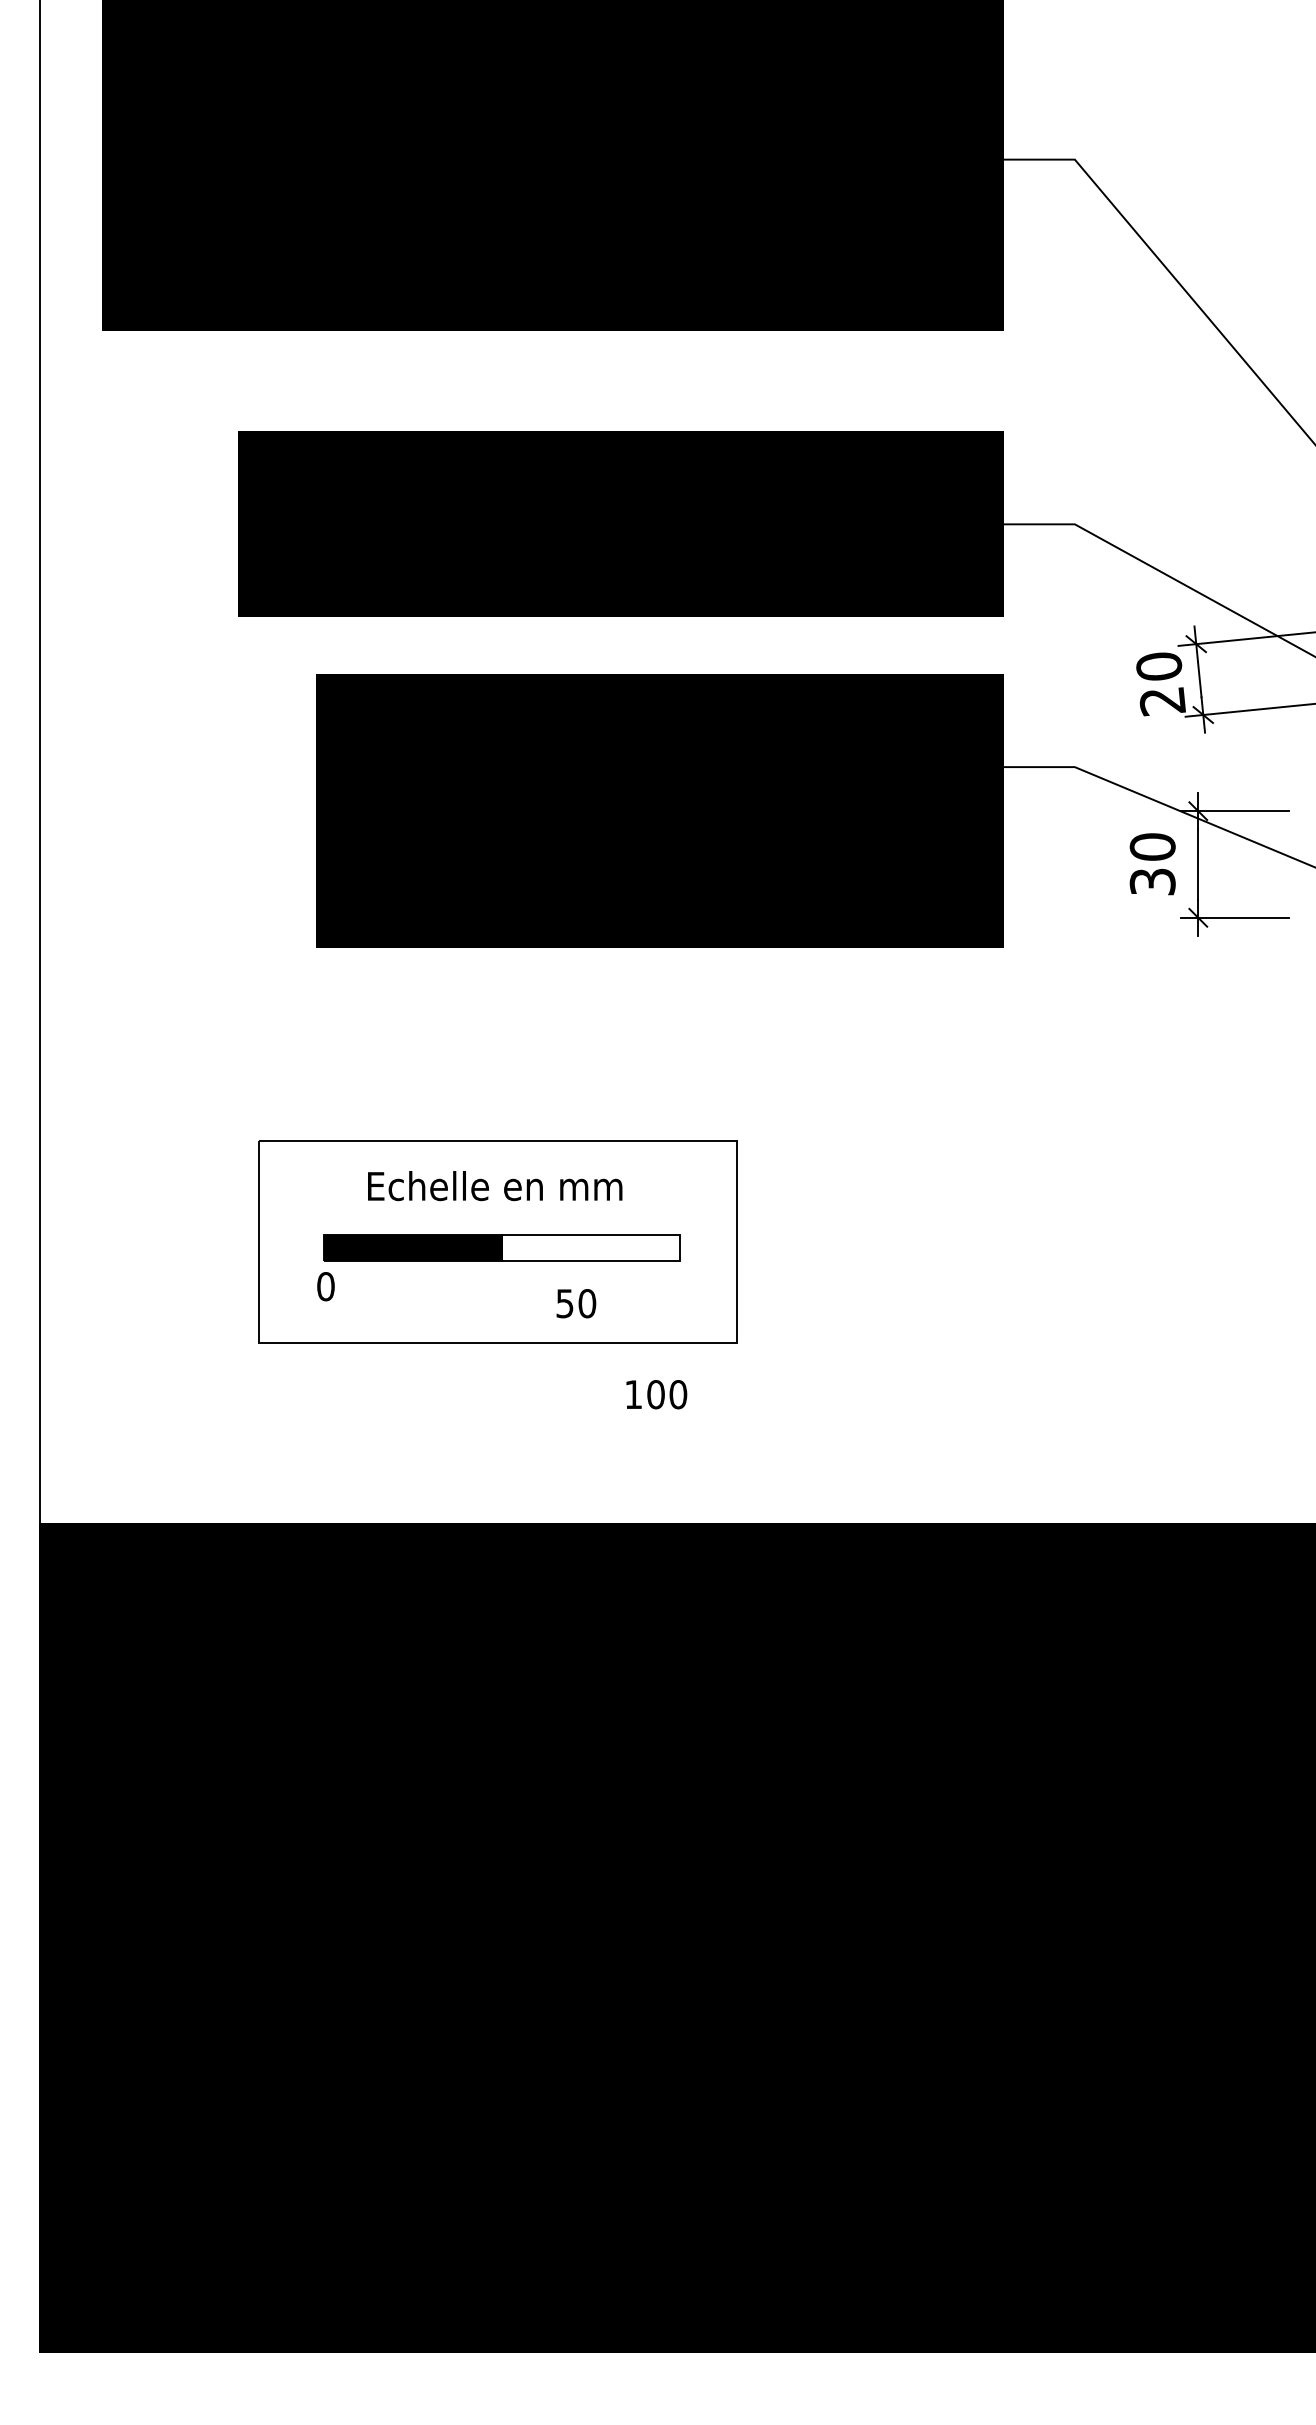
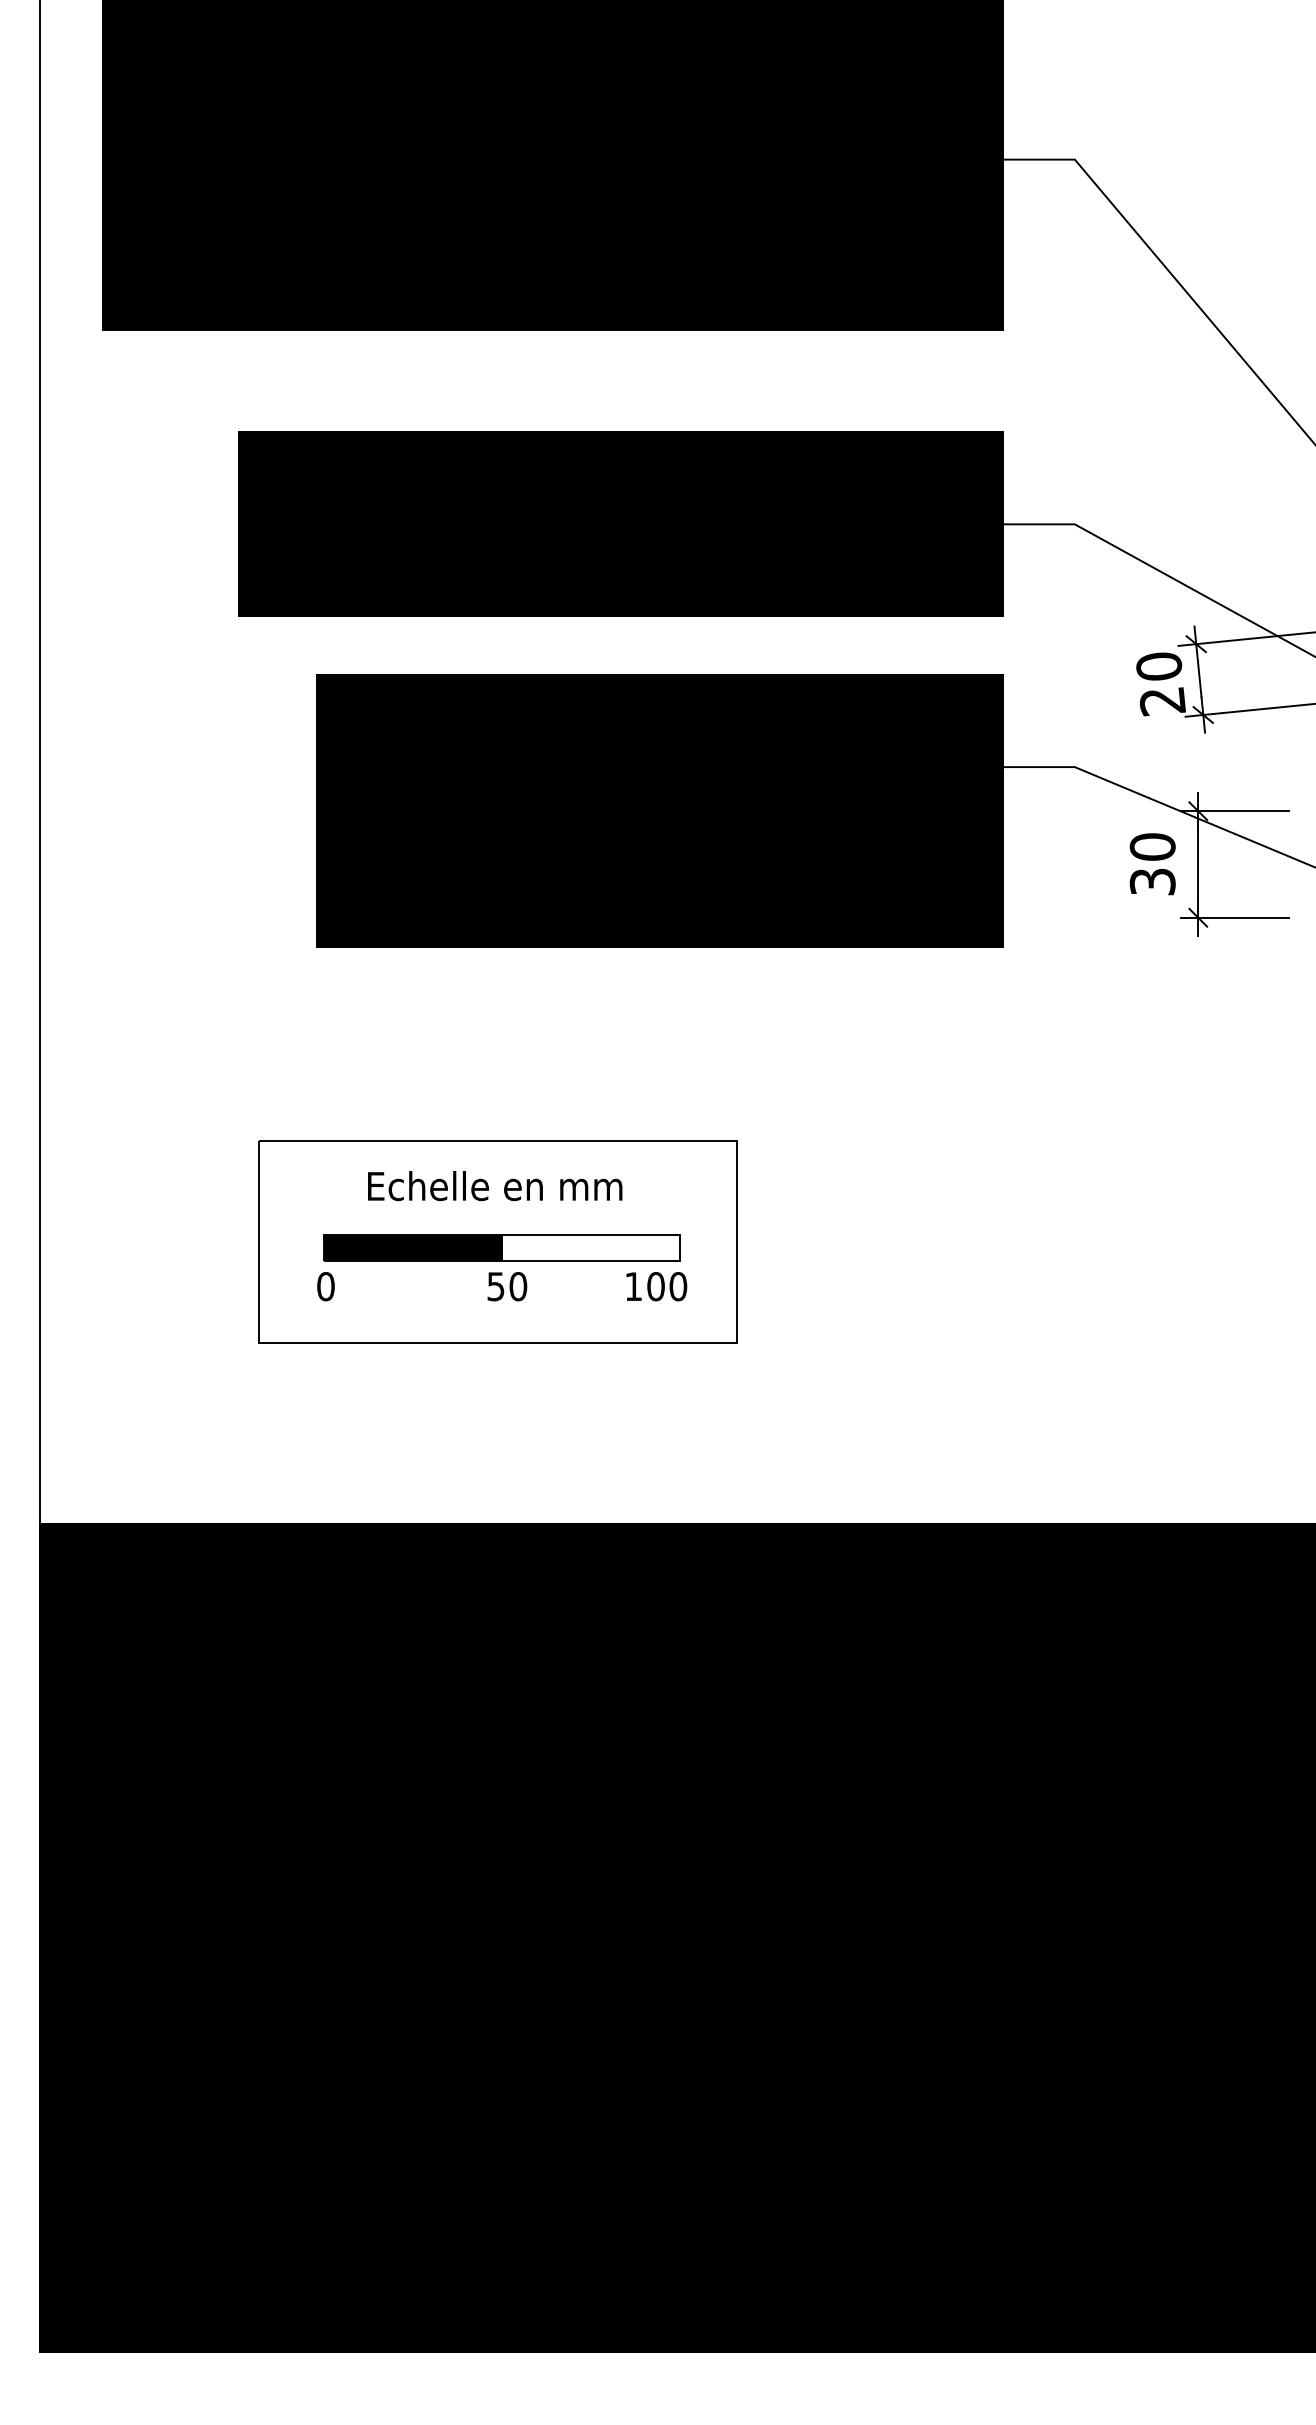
text at (576, 1303) position: (576, 1303) -> (507, 1286)
text at (656, 1394) position: (656, 1394) -> (656, 1286)
